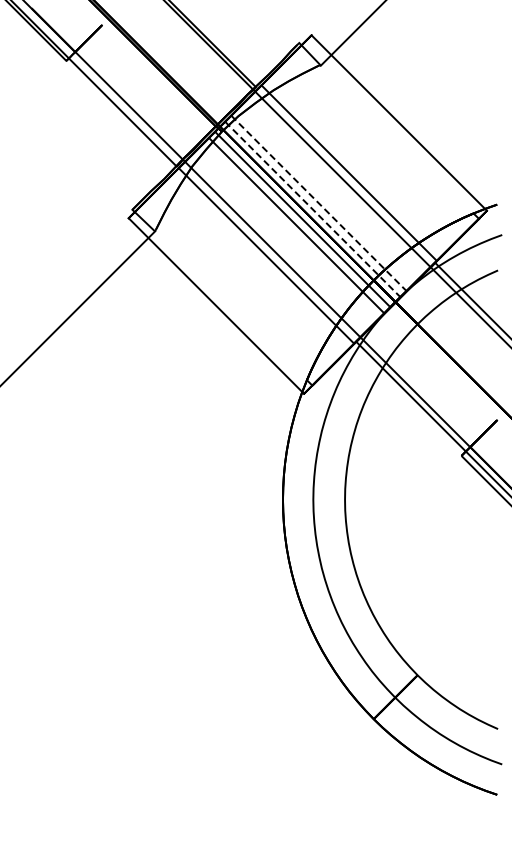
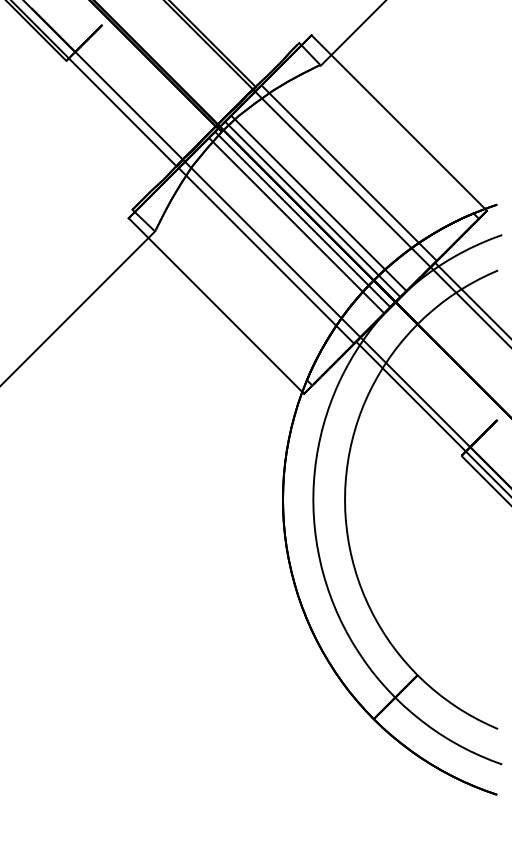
line at (319, 203): dashed -> solid
line at (313, 209): dashed -> solid
